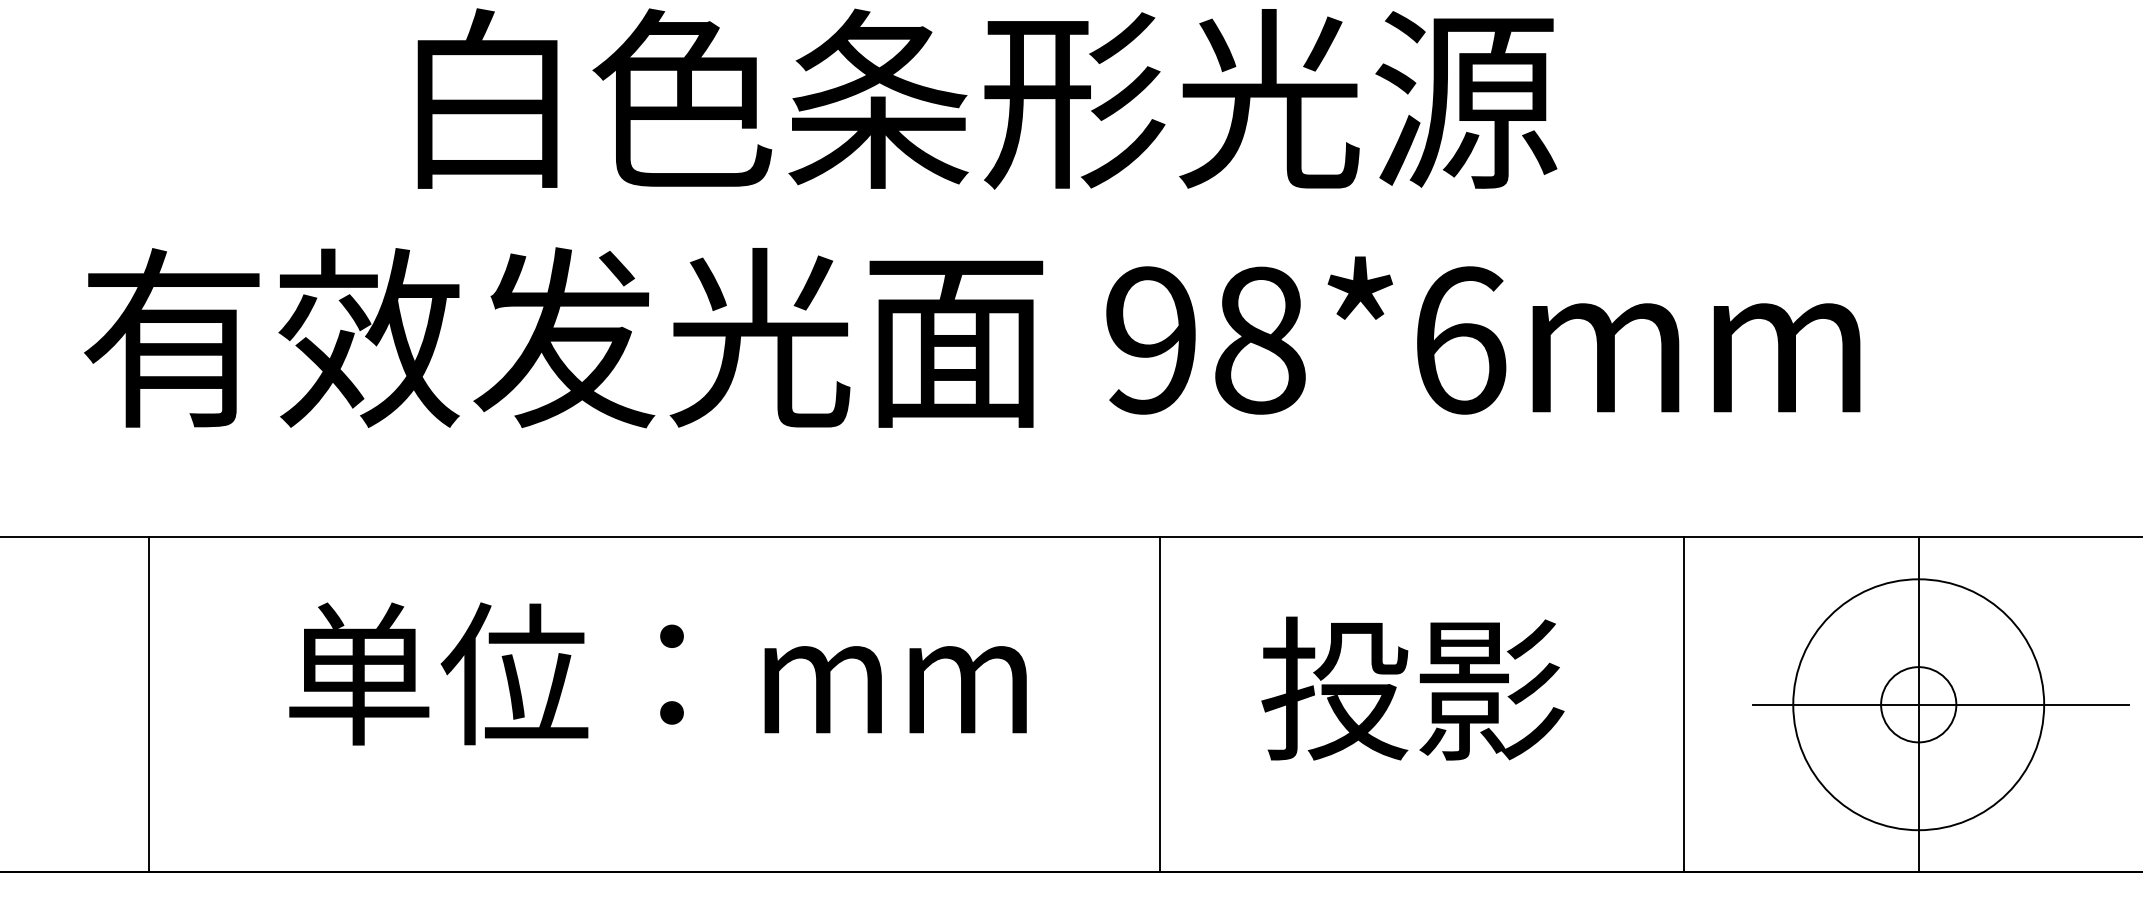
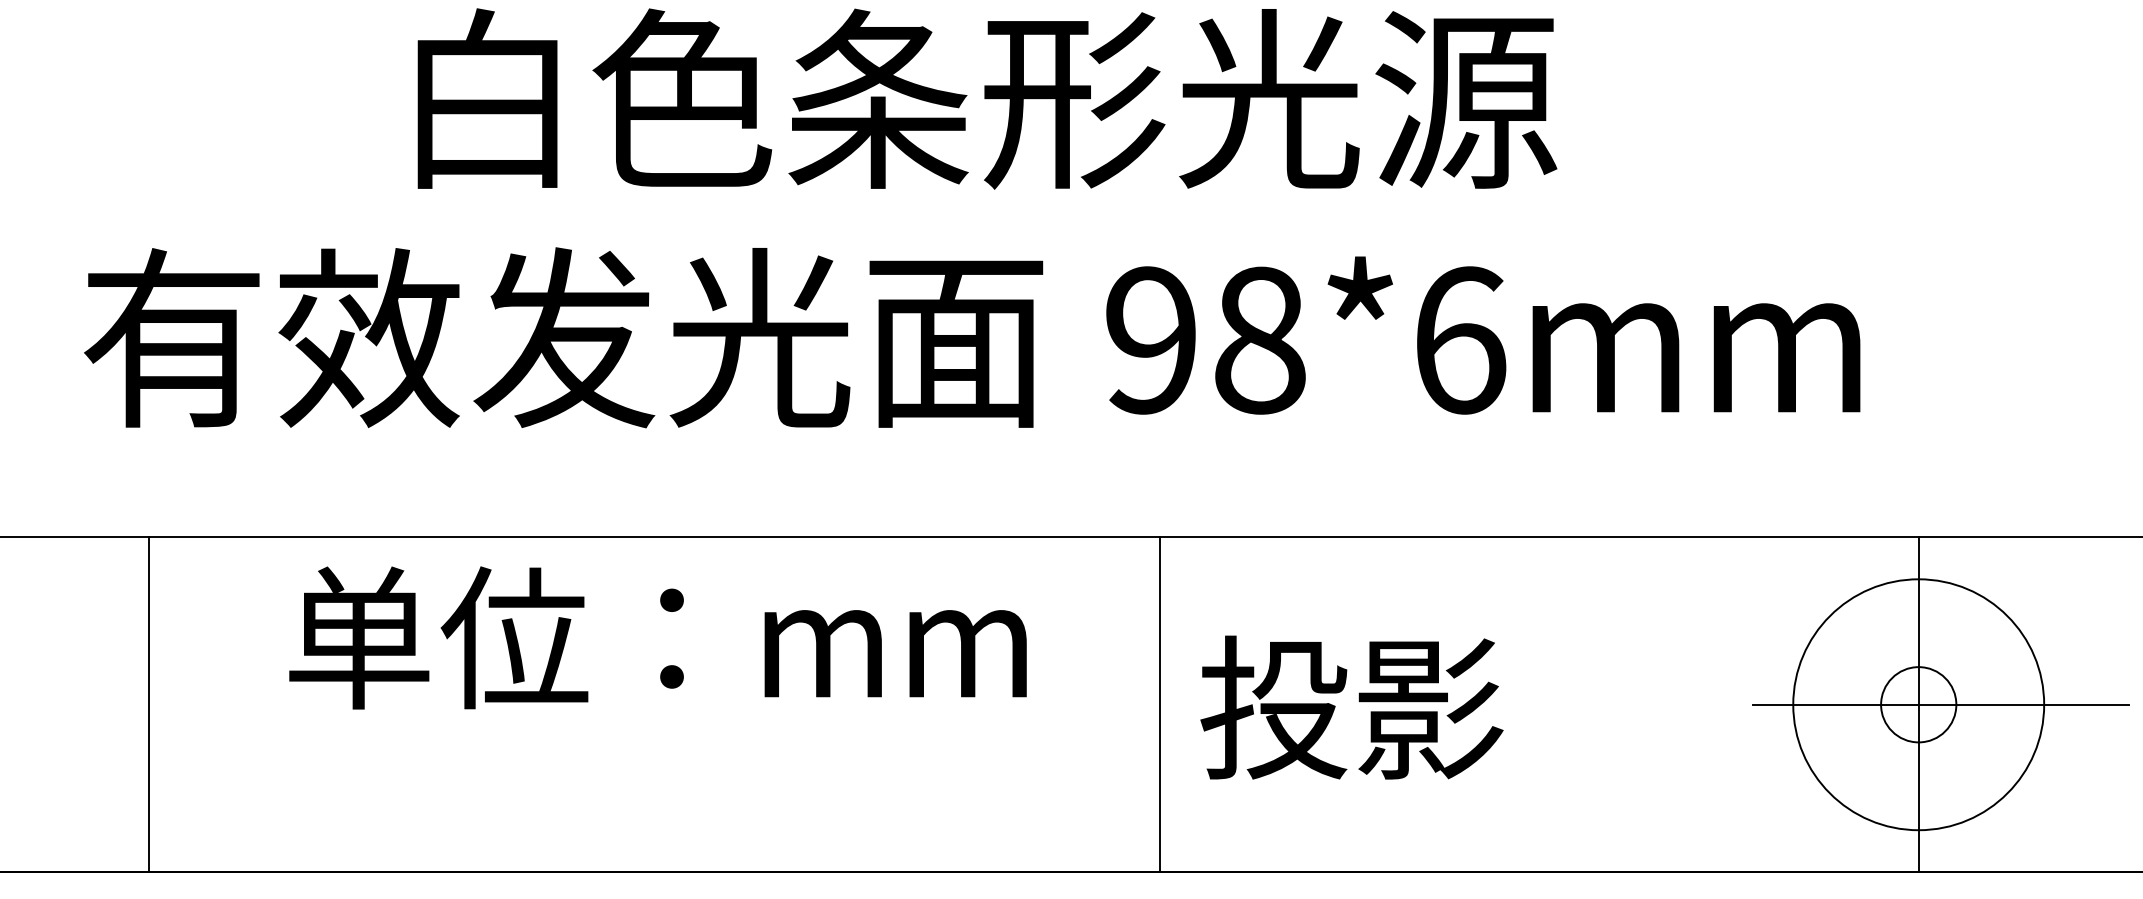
text at (657, 673) position: (657, 673) -> (657, 637)
text at (1412, 688) position: (1412, 688) -> (1351, 707)
line at (1683, 704): present -> none
